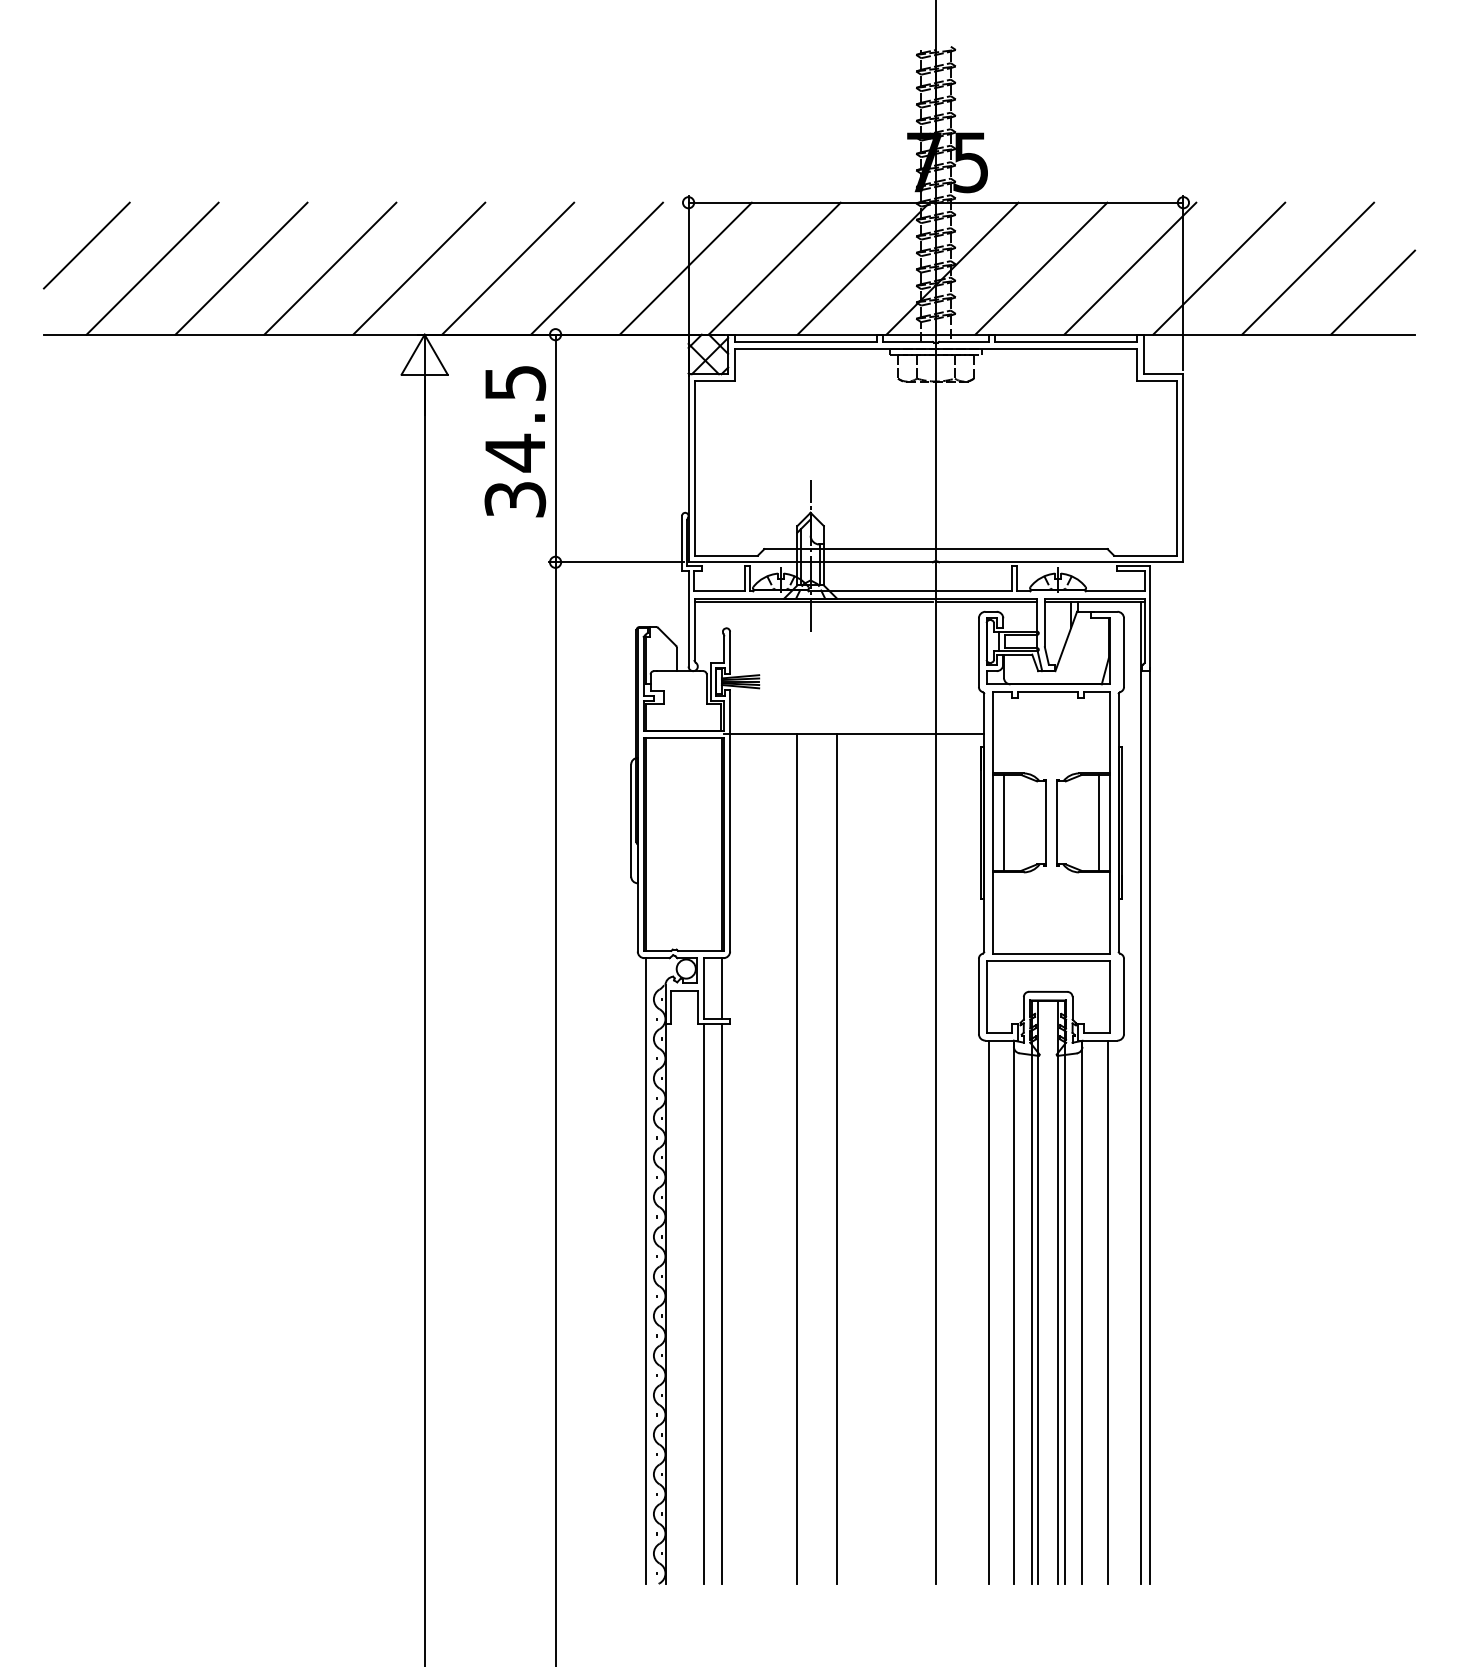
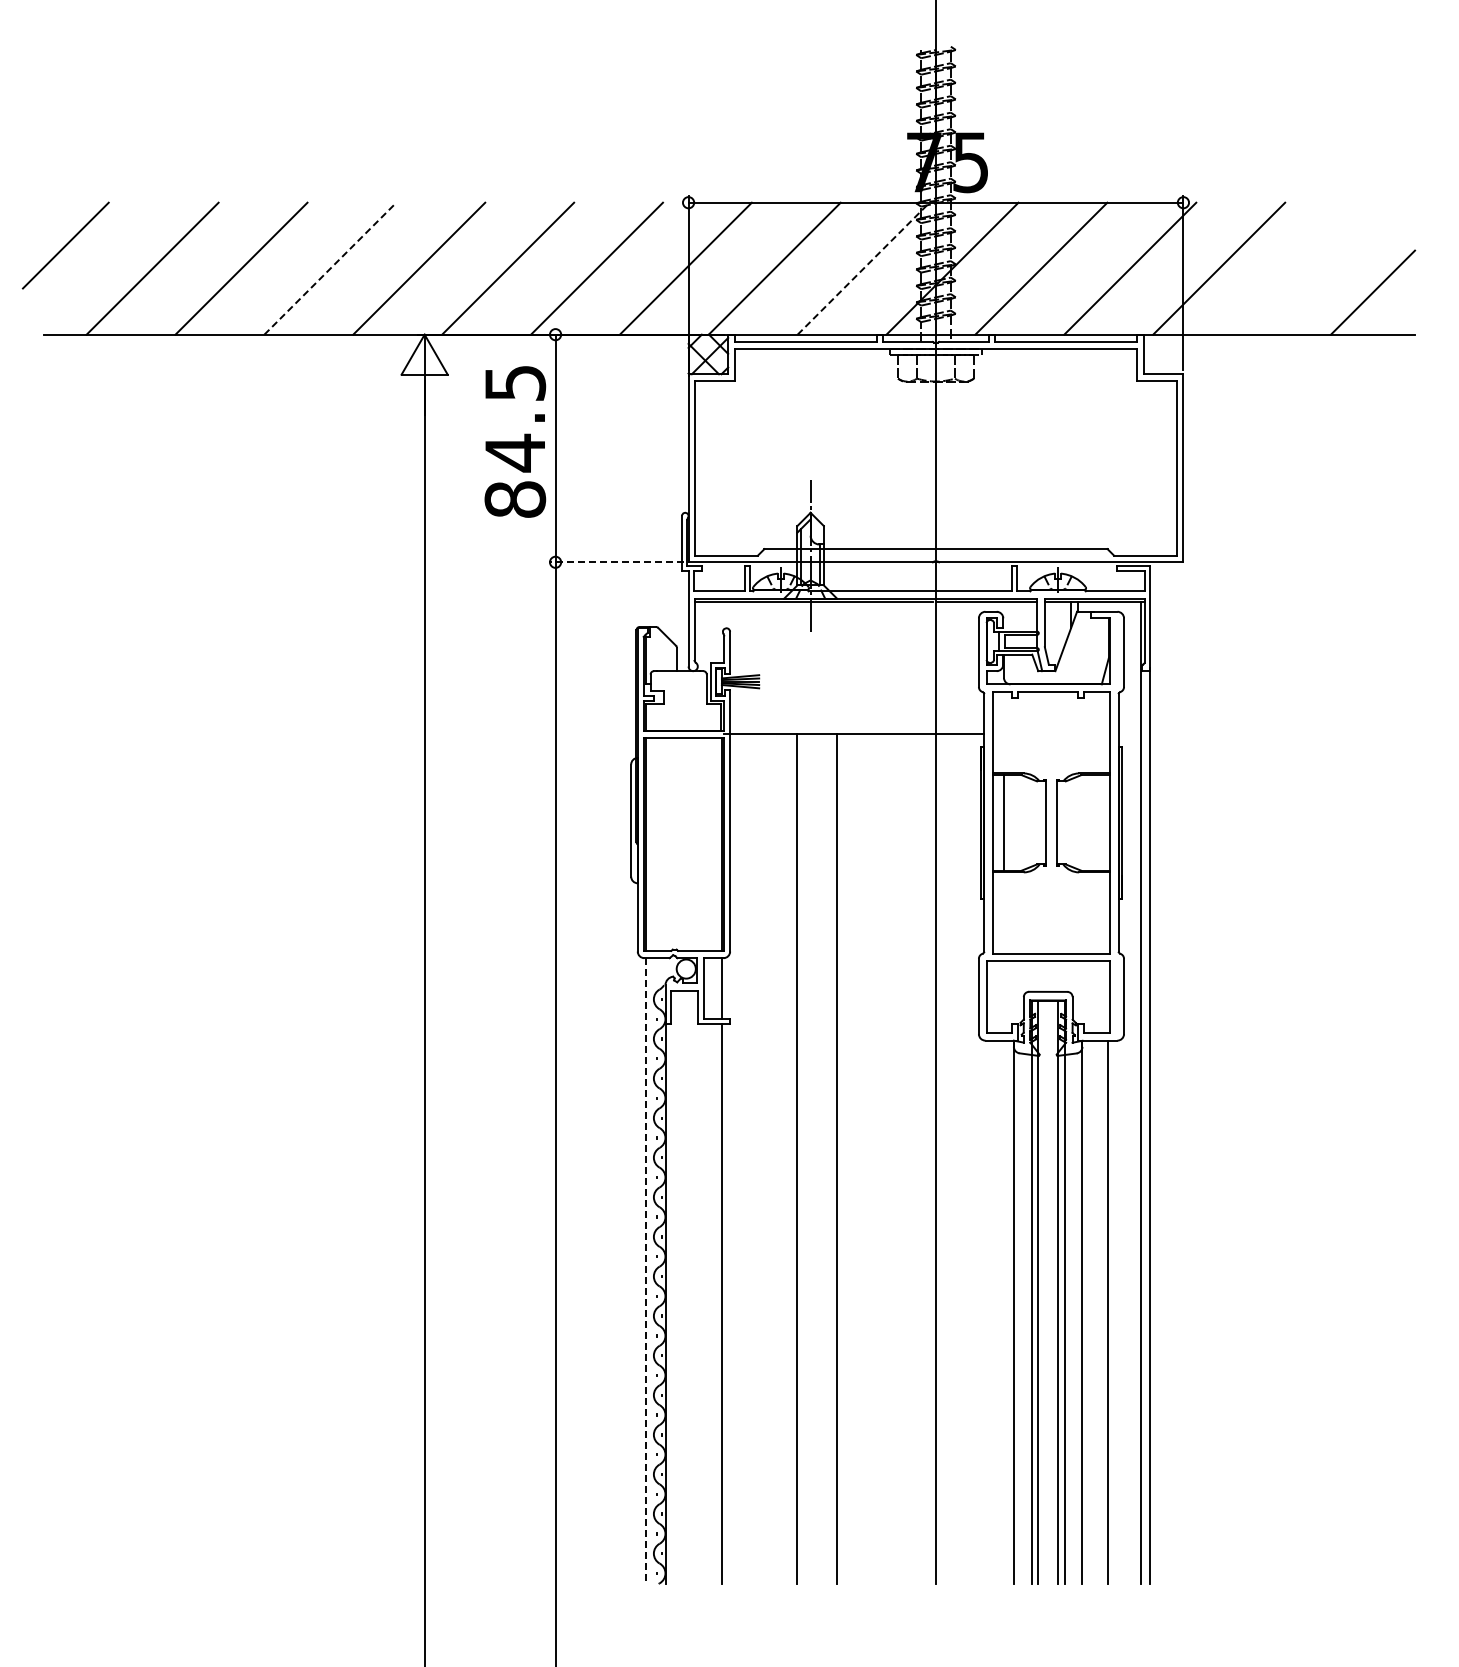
line at (86, 245) position: (86, 245) -> (65, 245)
line at (330, 268): solid -> dashed
line at (863, 268): solid -> dashed
line at (1308, 268): present -> none
text at (515, 499): 34.5 -> 84.5
line at (615, 562): solid -> dashed
line at (1098, 822): present -> none
line at (645, 1271): solid -> dashed
line at (704, 1303): present -> none
line at (988, 1311): present -> none
